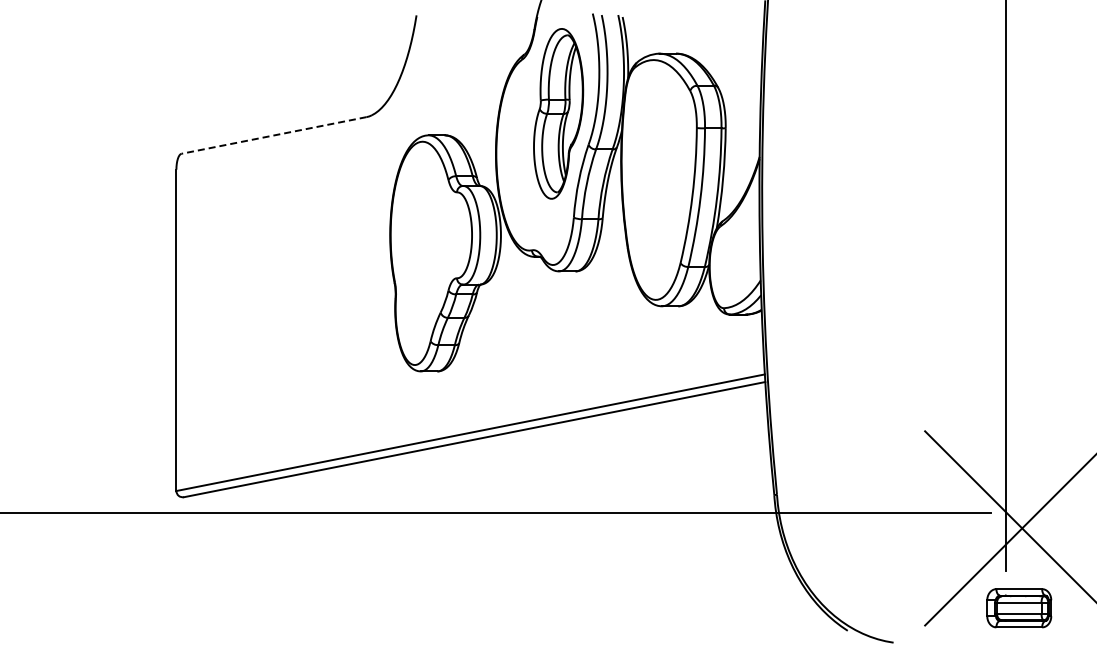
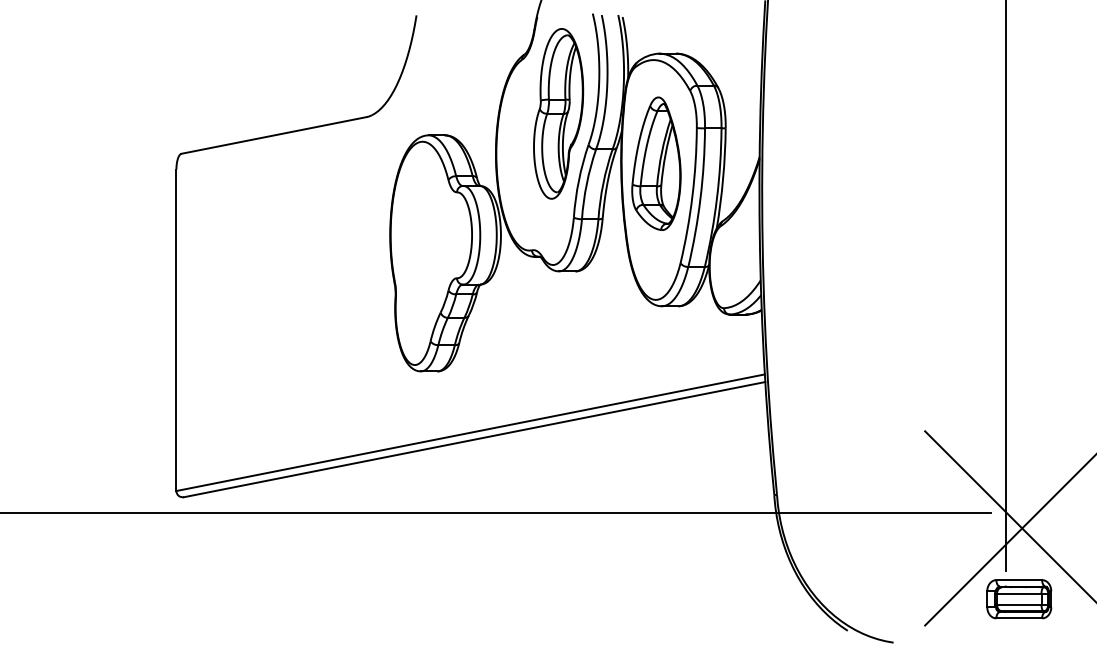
line at (273, 135): dashed -> solid
part at (656, 163): none -> present
part at (1019, 608) position: (1019, 608) -> (1019, 599)
